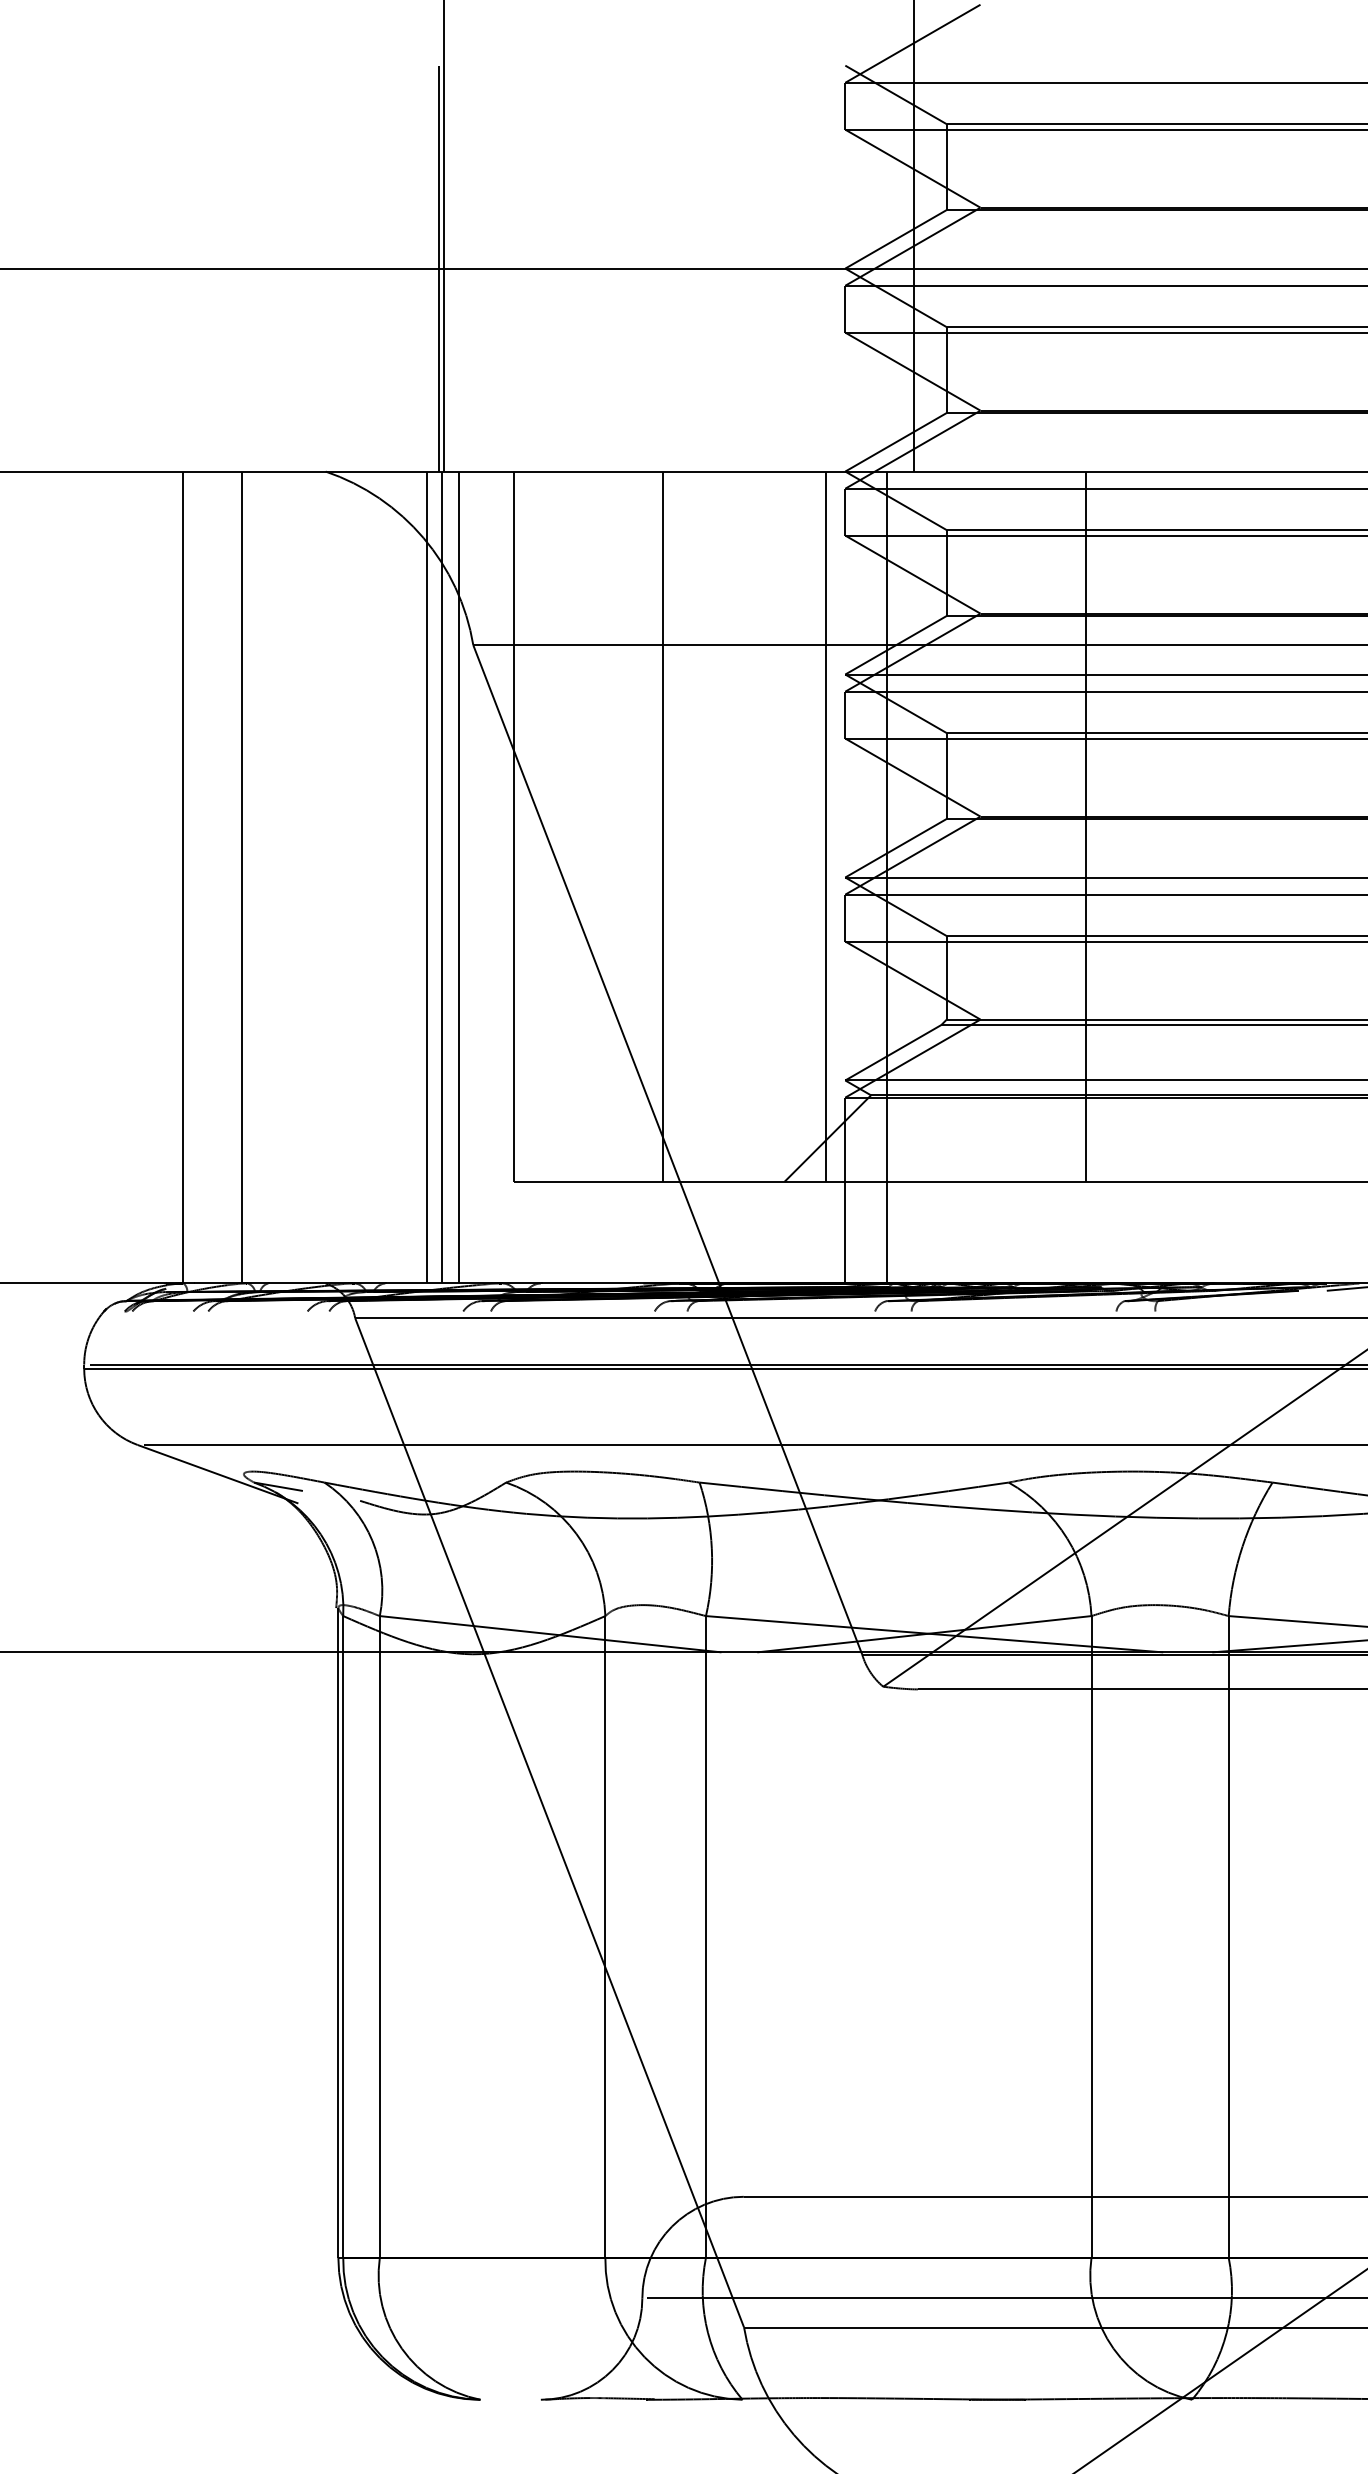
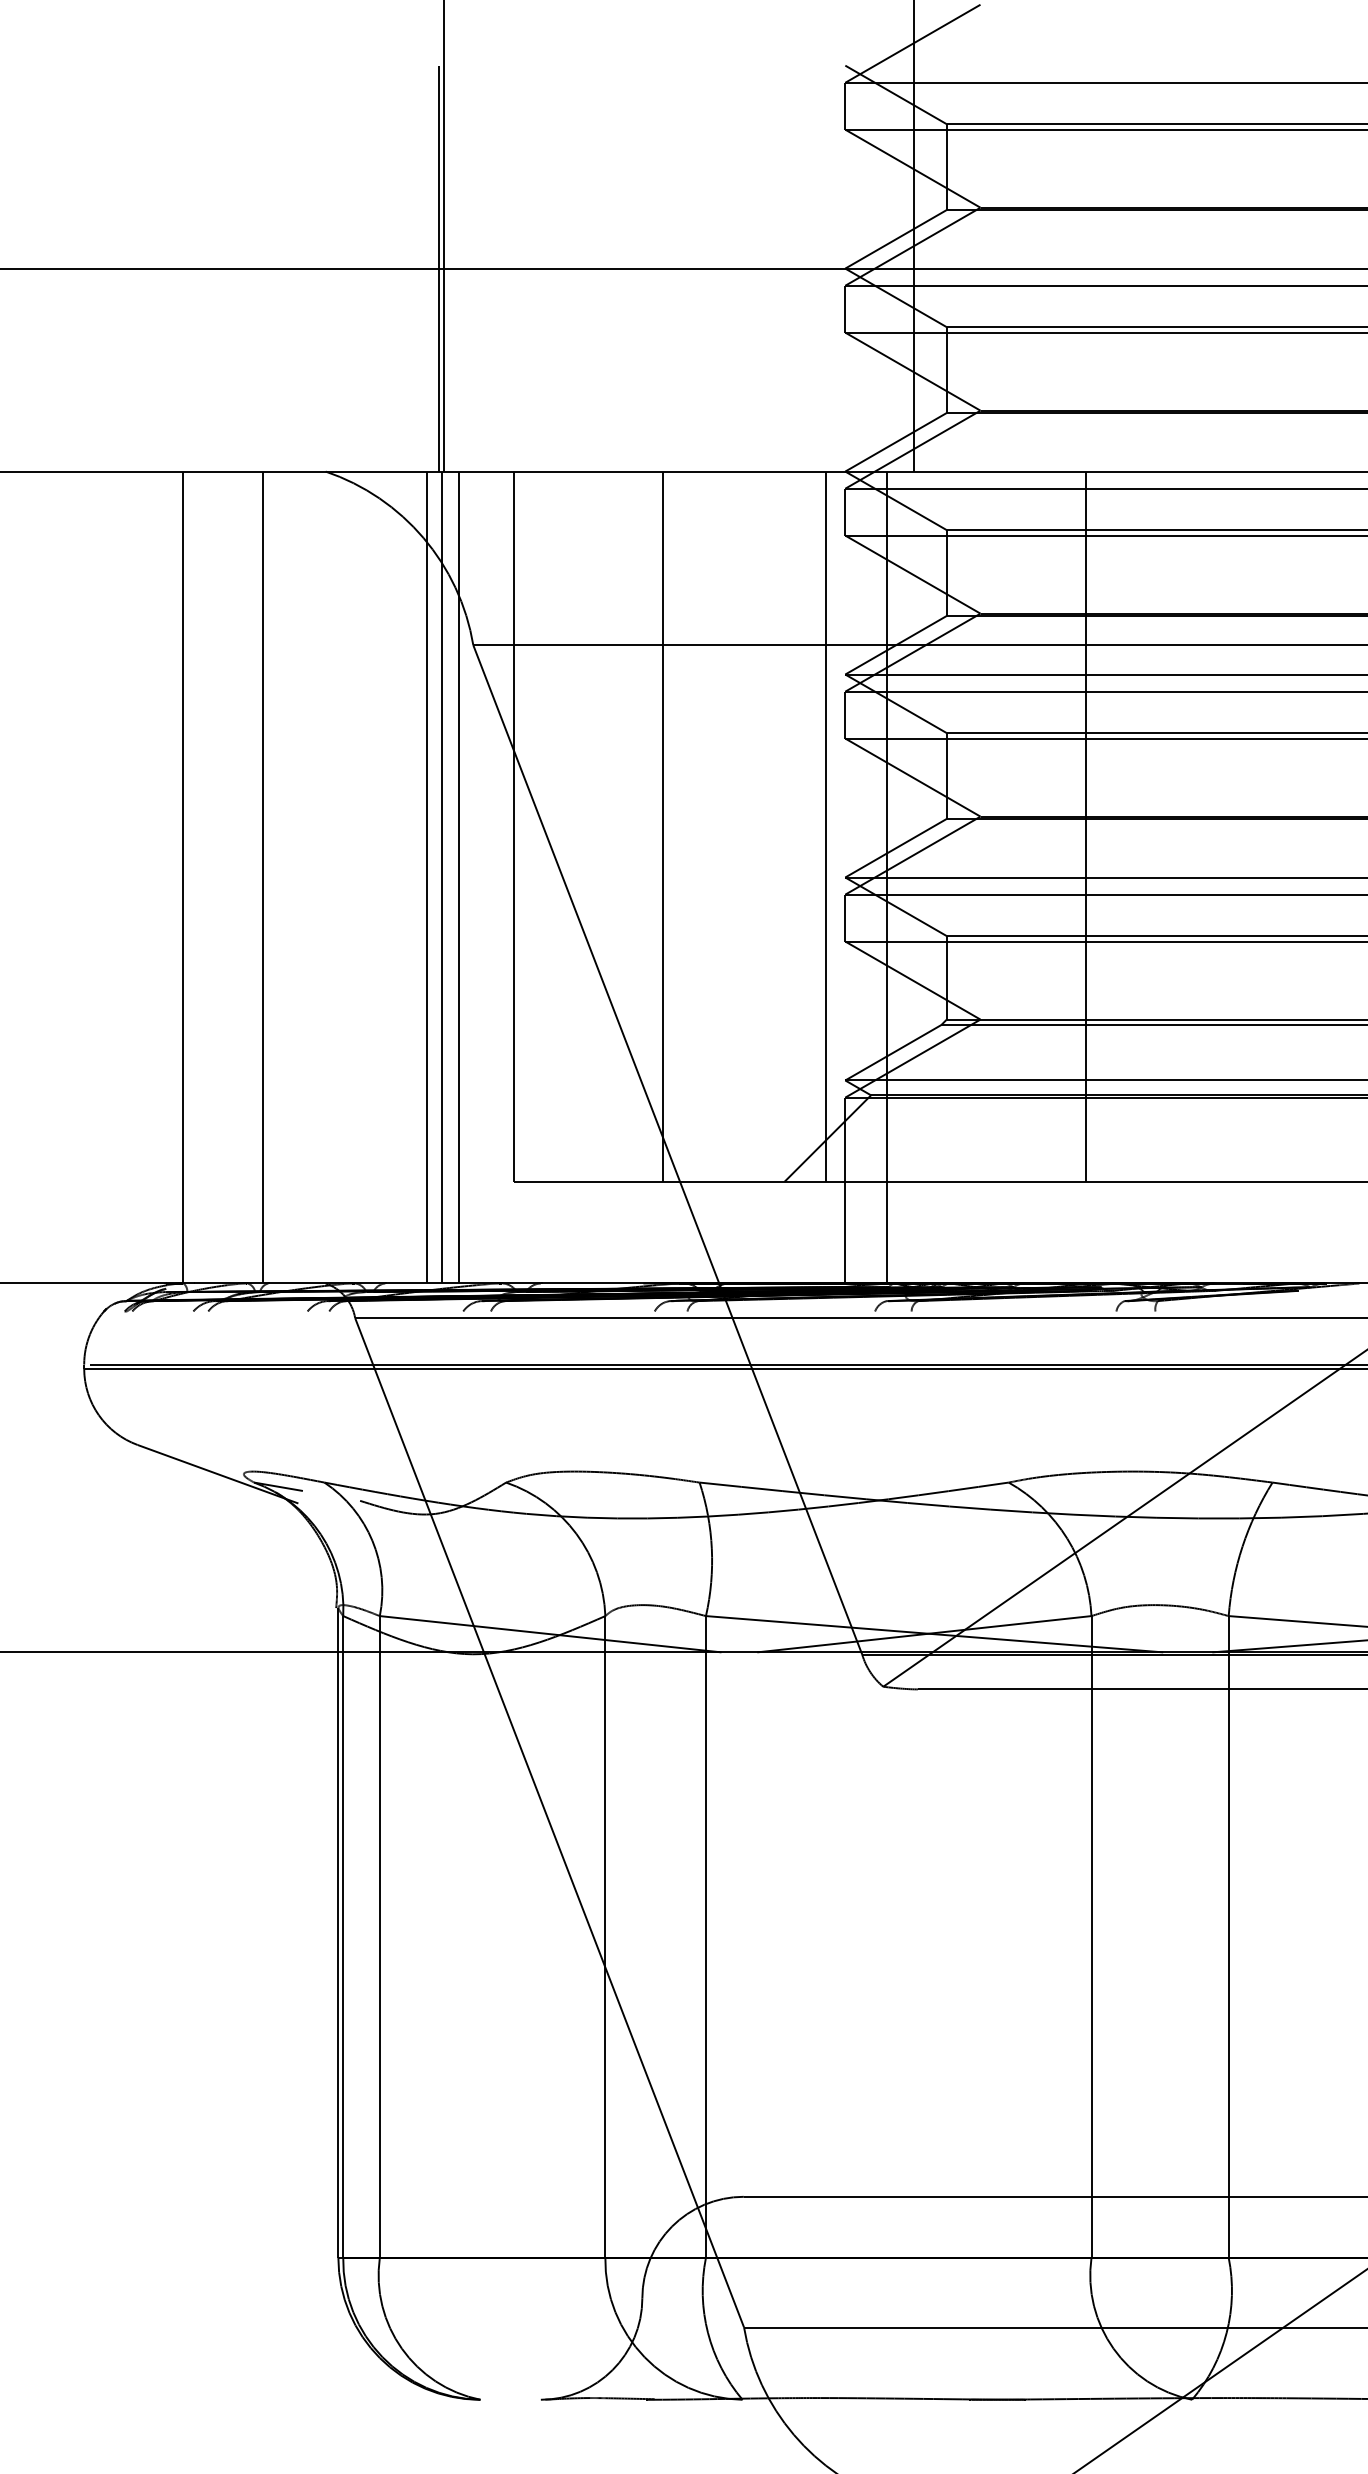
line at (242, 877) position: (242, 877) -> (263, 877)
line at (1345, 1288): present -> none
line at (754, 1444): present -> none
line at (1005, 2298): present -> none
